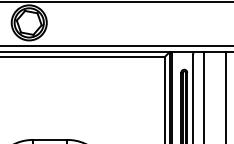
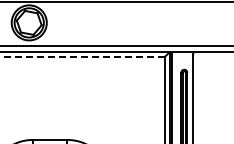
line at (82, 56): solid -> dashed
line at (203, 96): present -> none
line at (225, 96): present -> none
